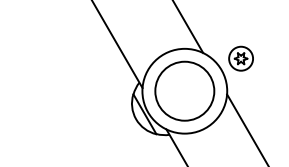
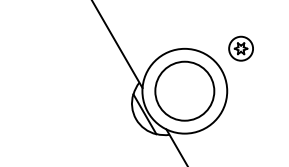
line at (188, 27): present -> none
part at (240, 58) position: (240, 58) -> (240, 48)
line at (247, 128): present -> none
